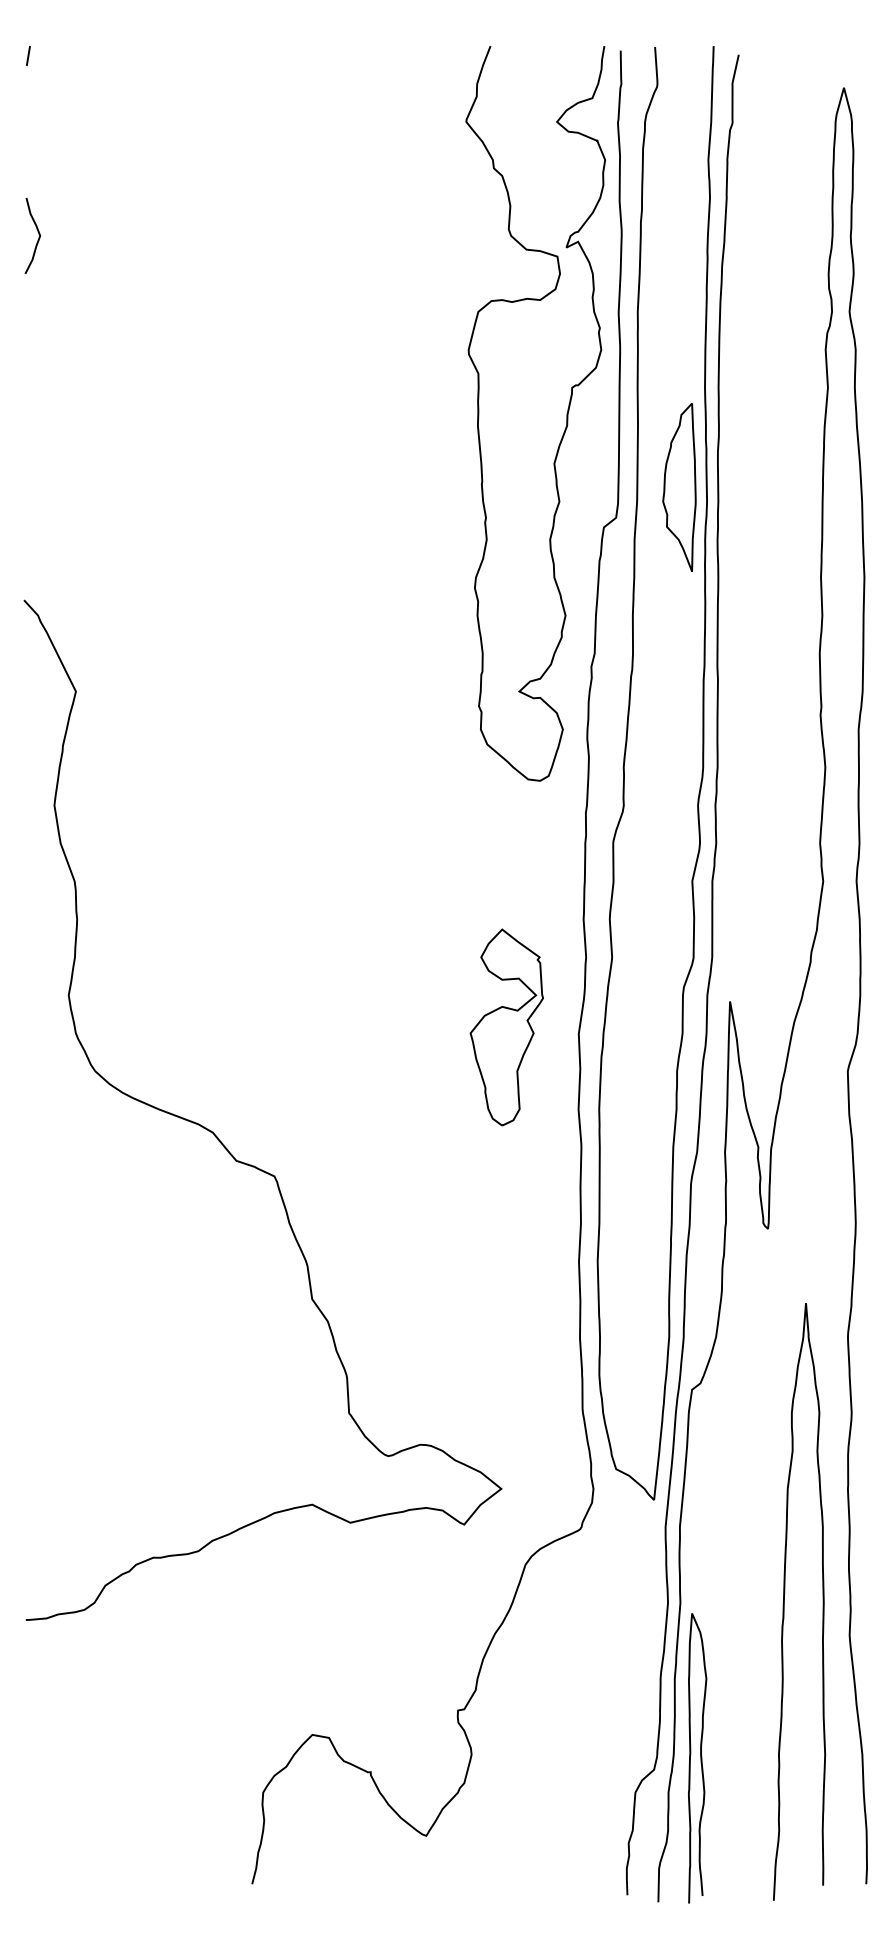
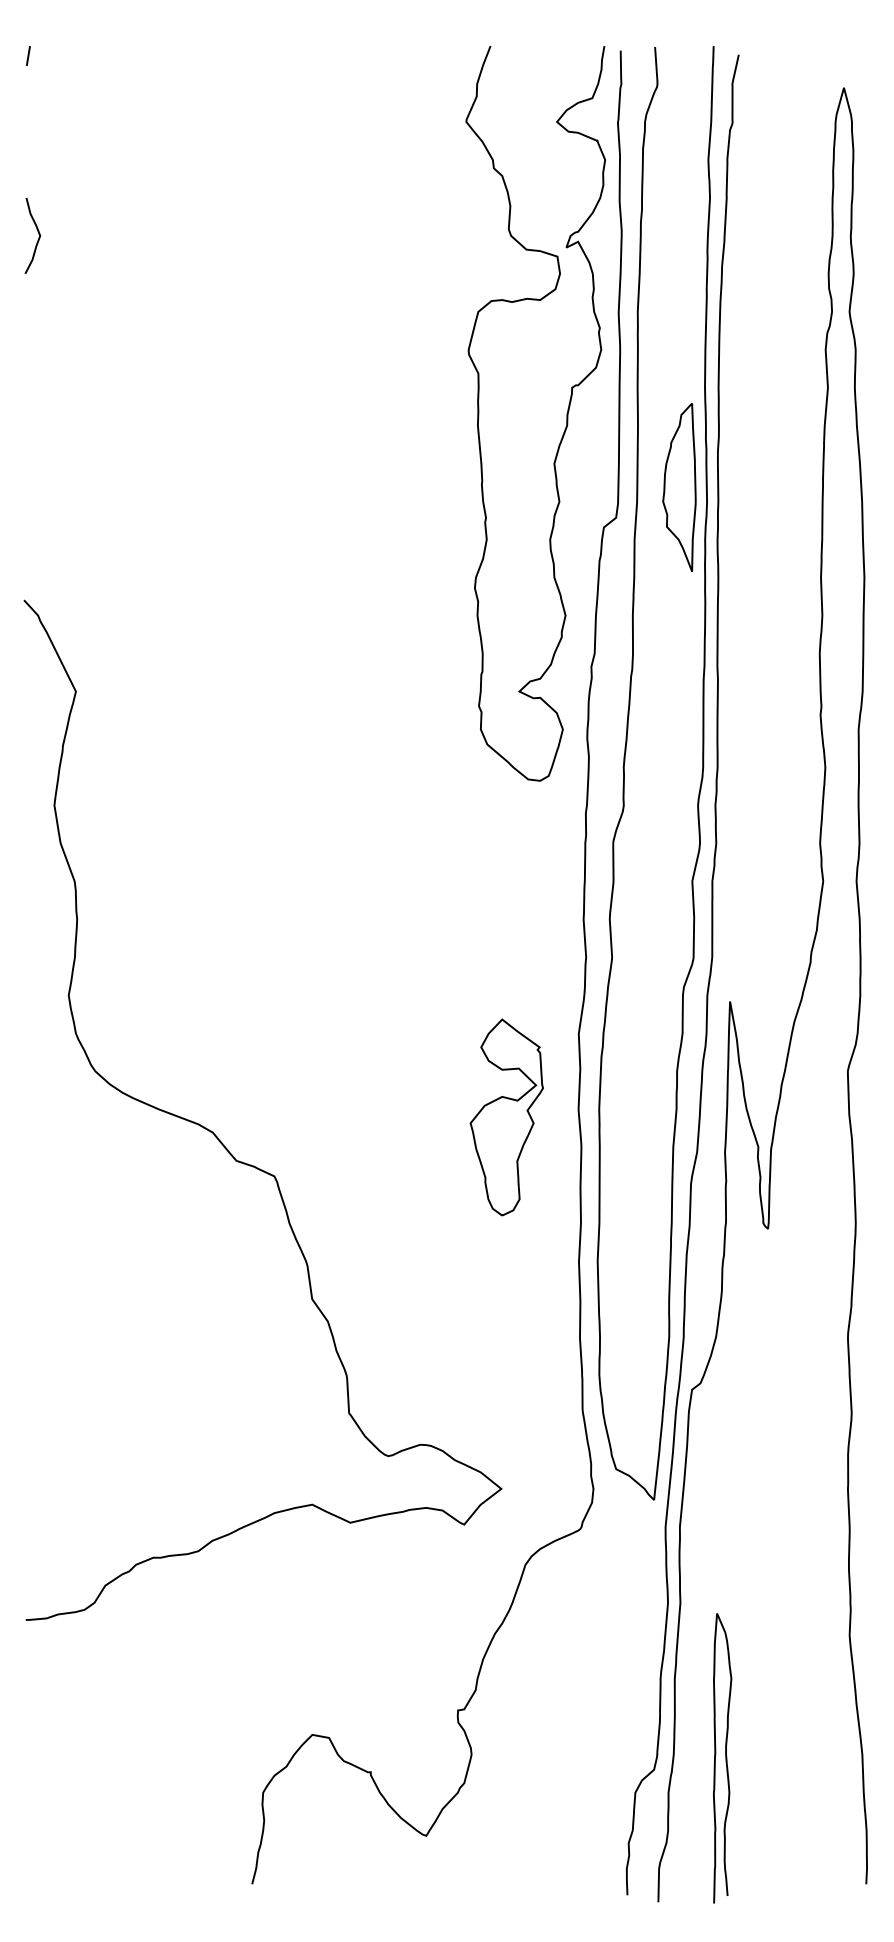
part at (506, 1027) position: (506, 1027) -> (506, 1117)
curve at (784, 1601): present -> none
curve at (700, 1758) position: (700, 1758) -> (725, 1758)
